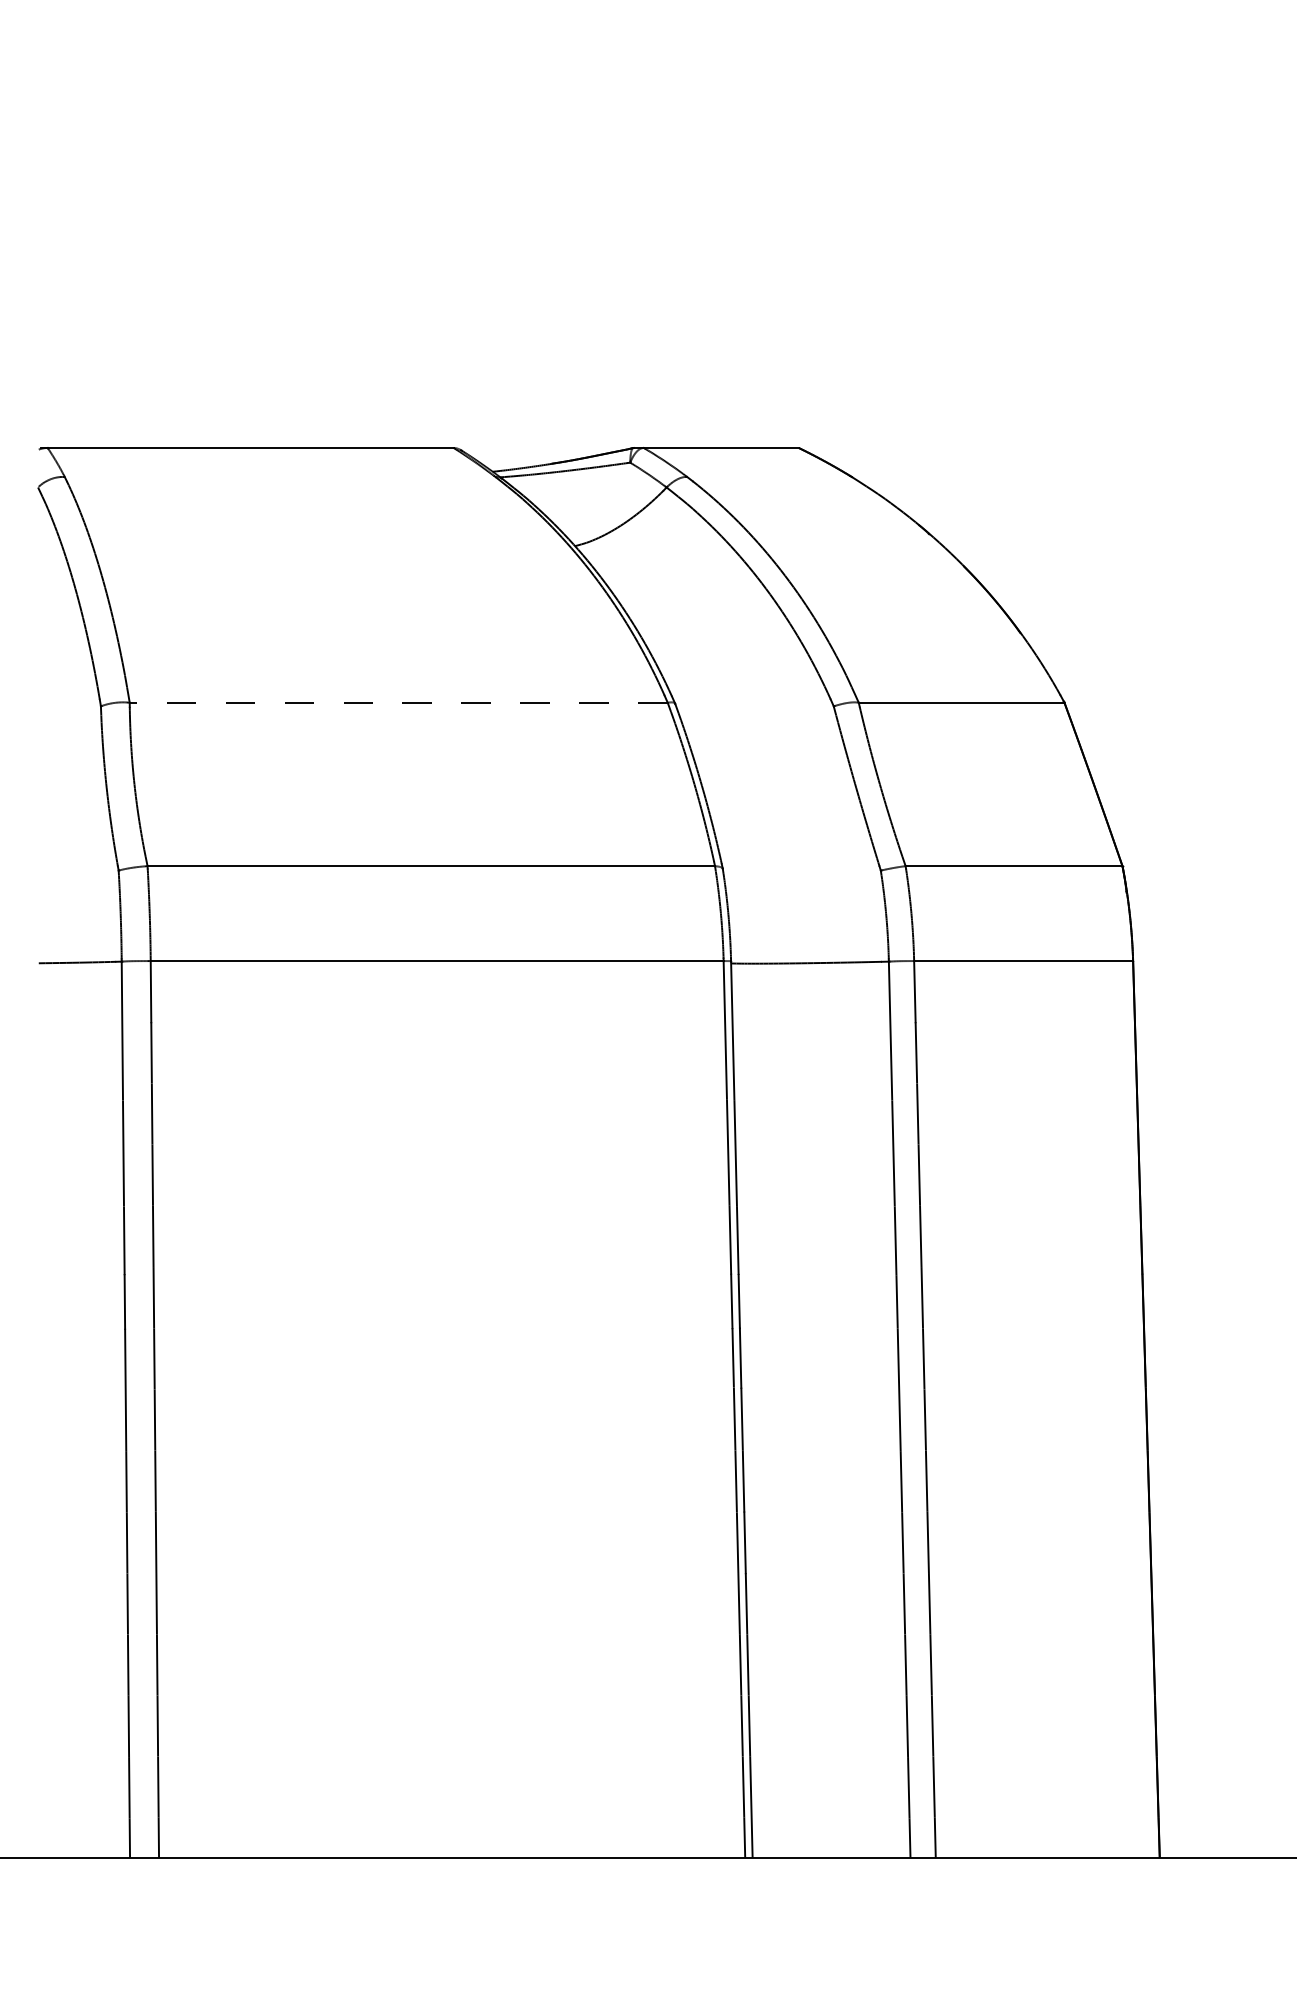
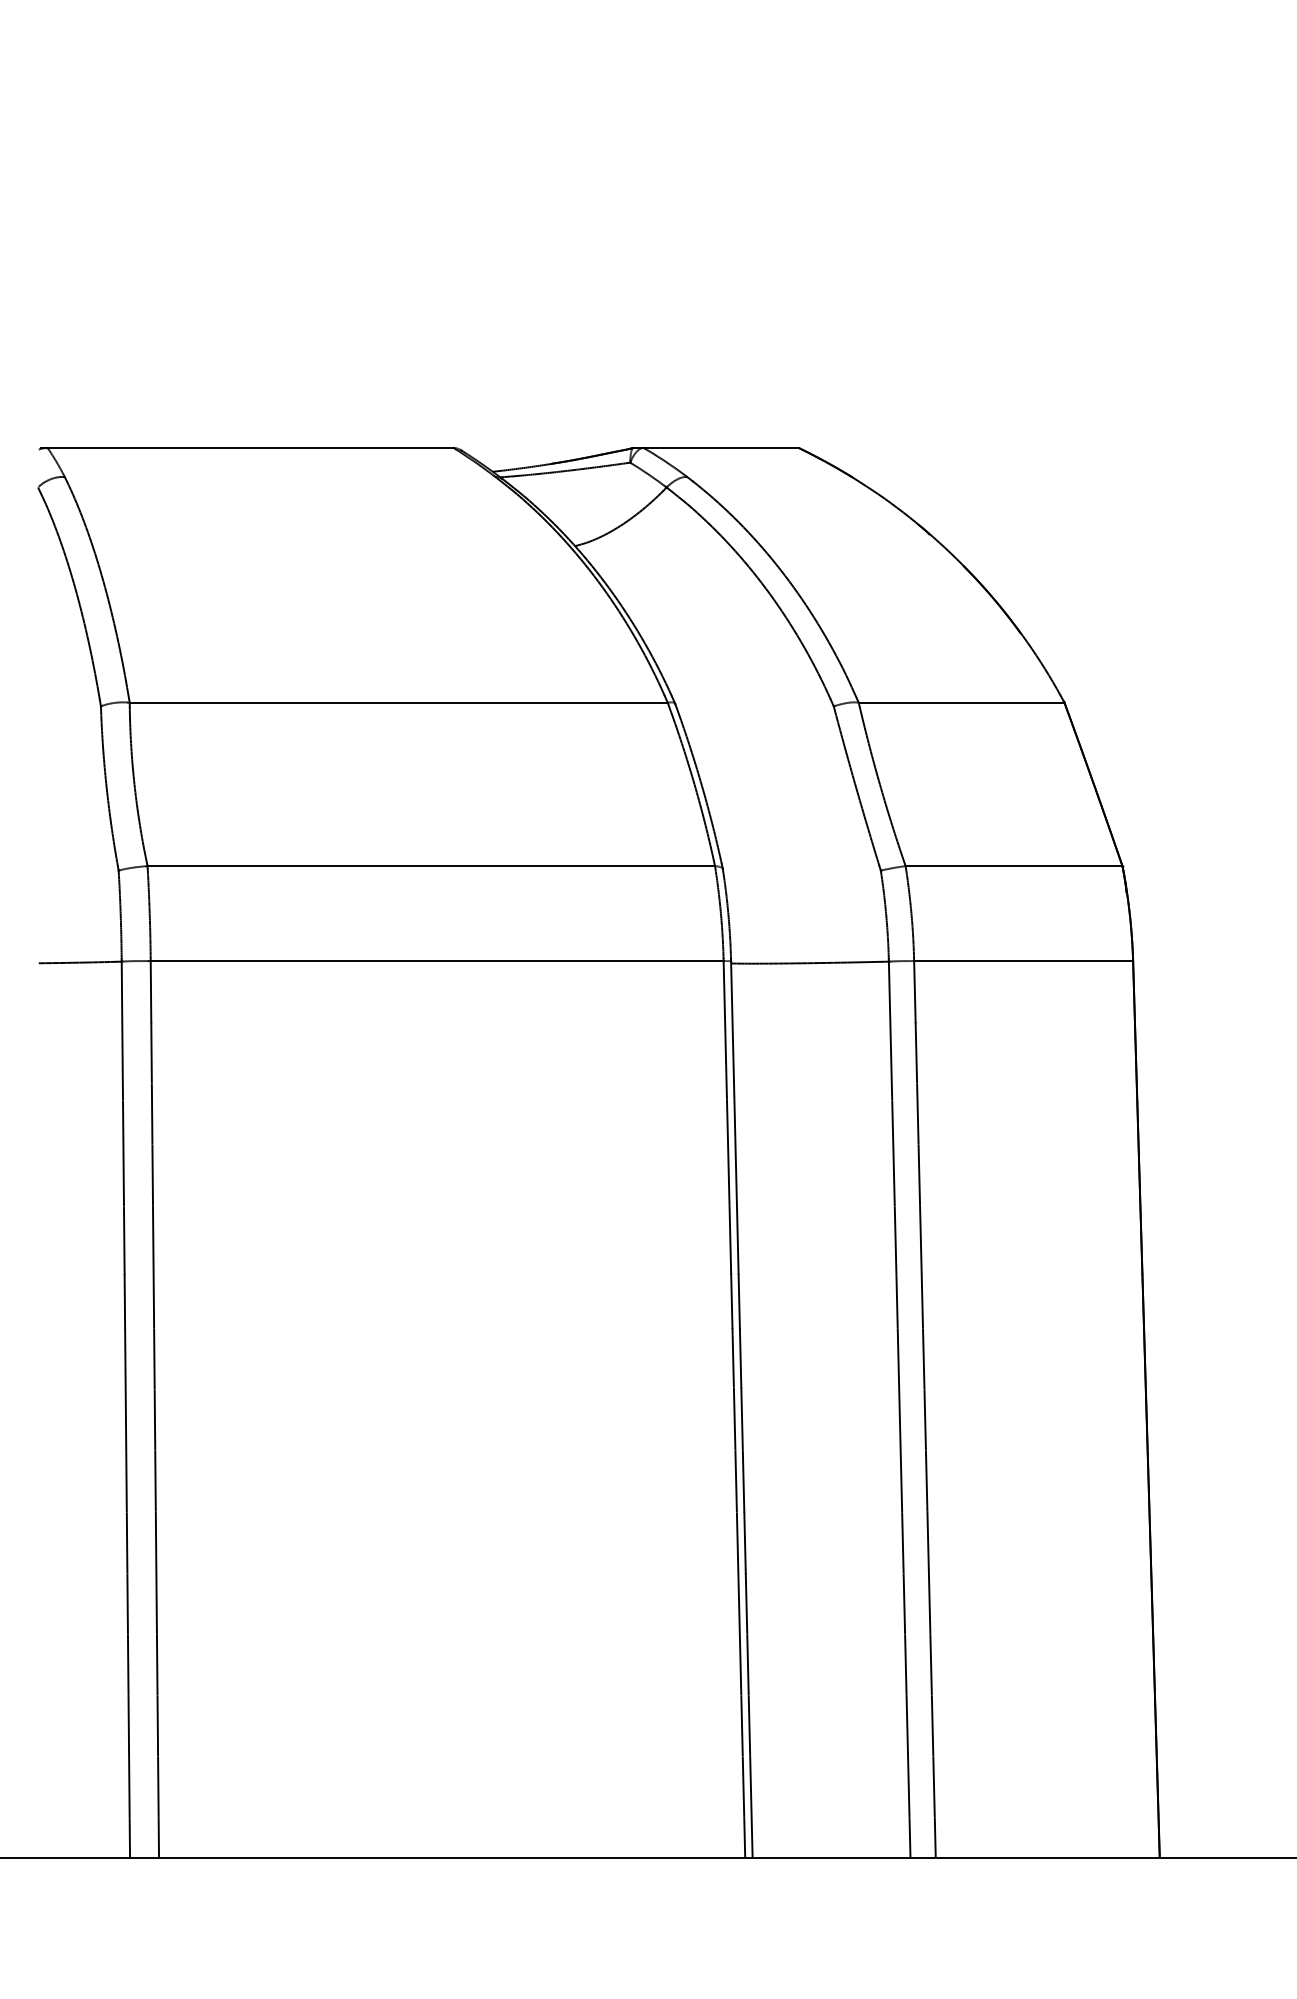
line at (398, 702): dashed -> solid
